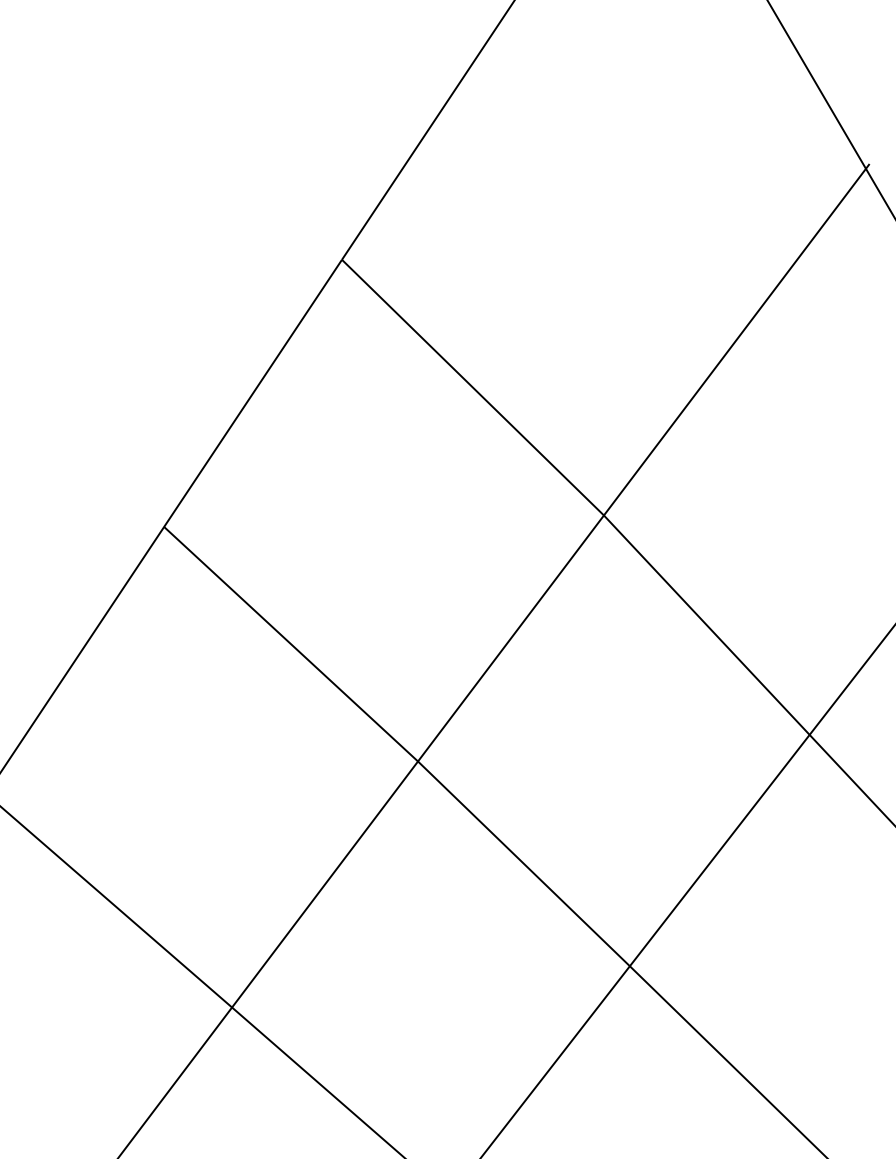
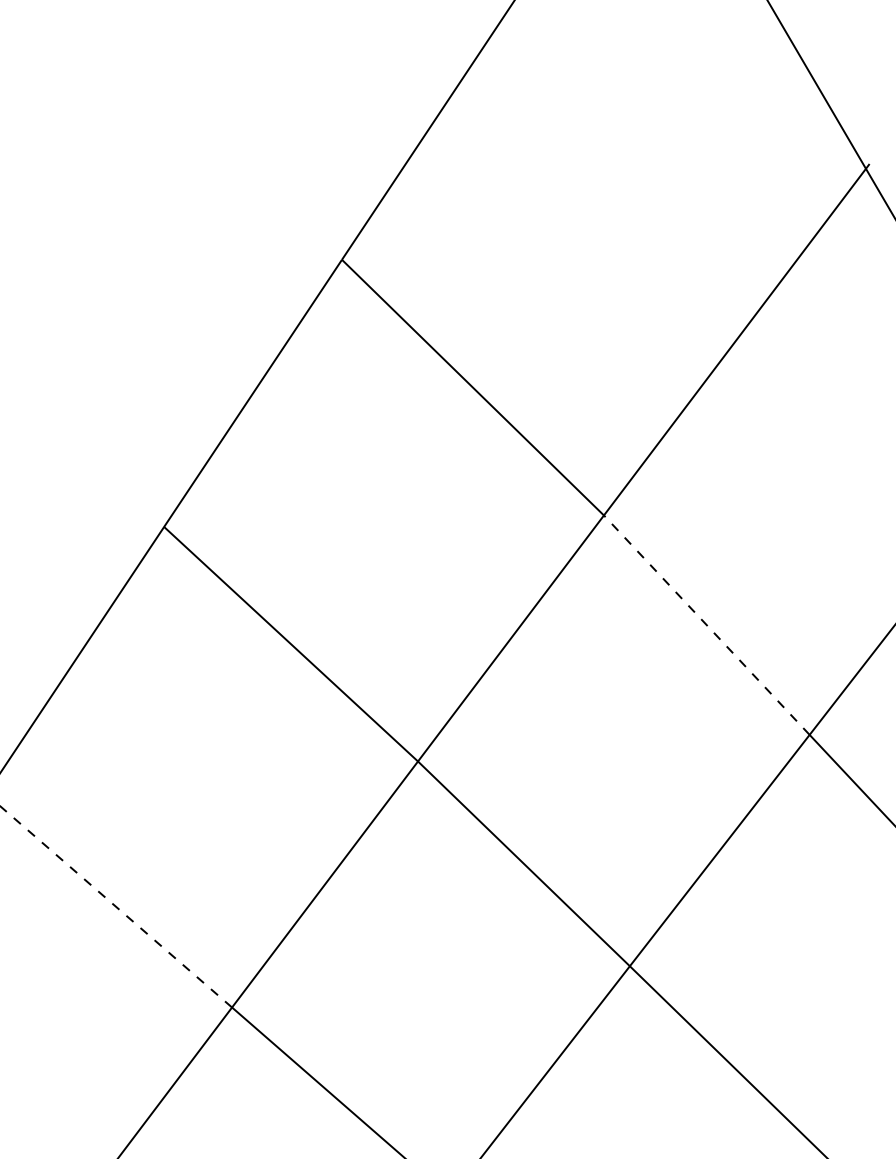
line at (706, 624): solid -> dashed
line at (115, 906): solid -> dashed
